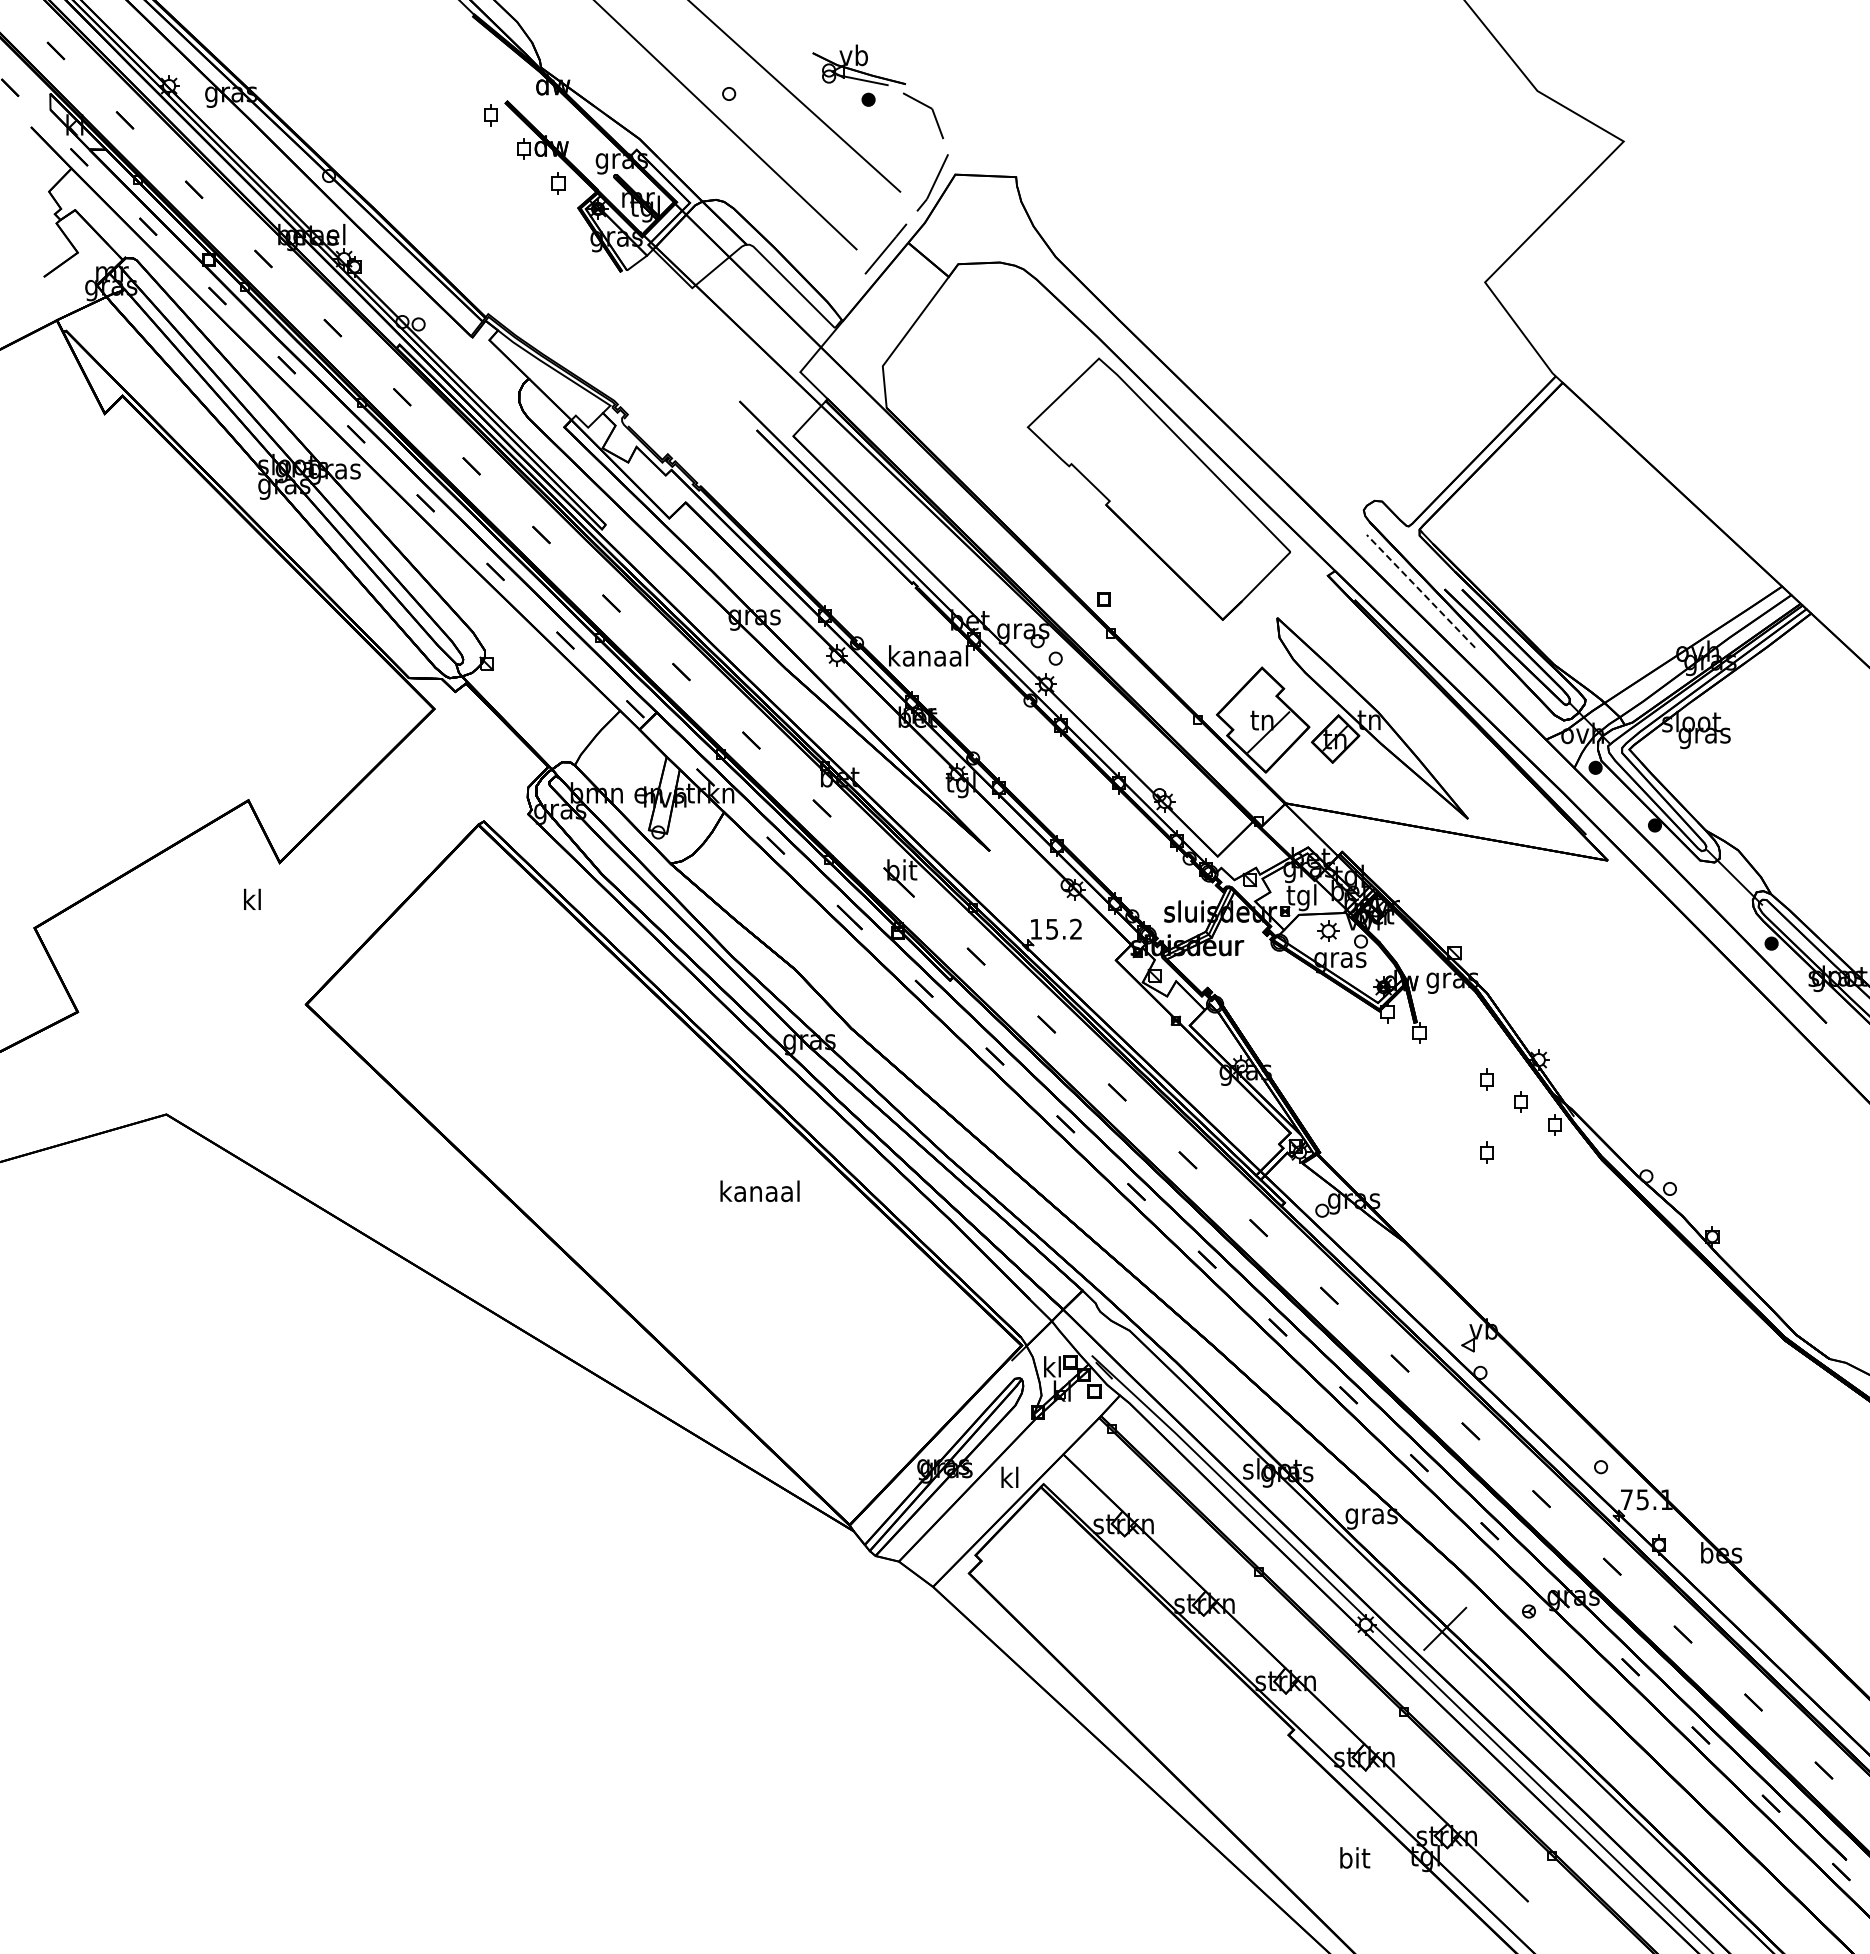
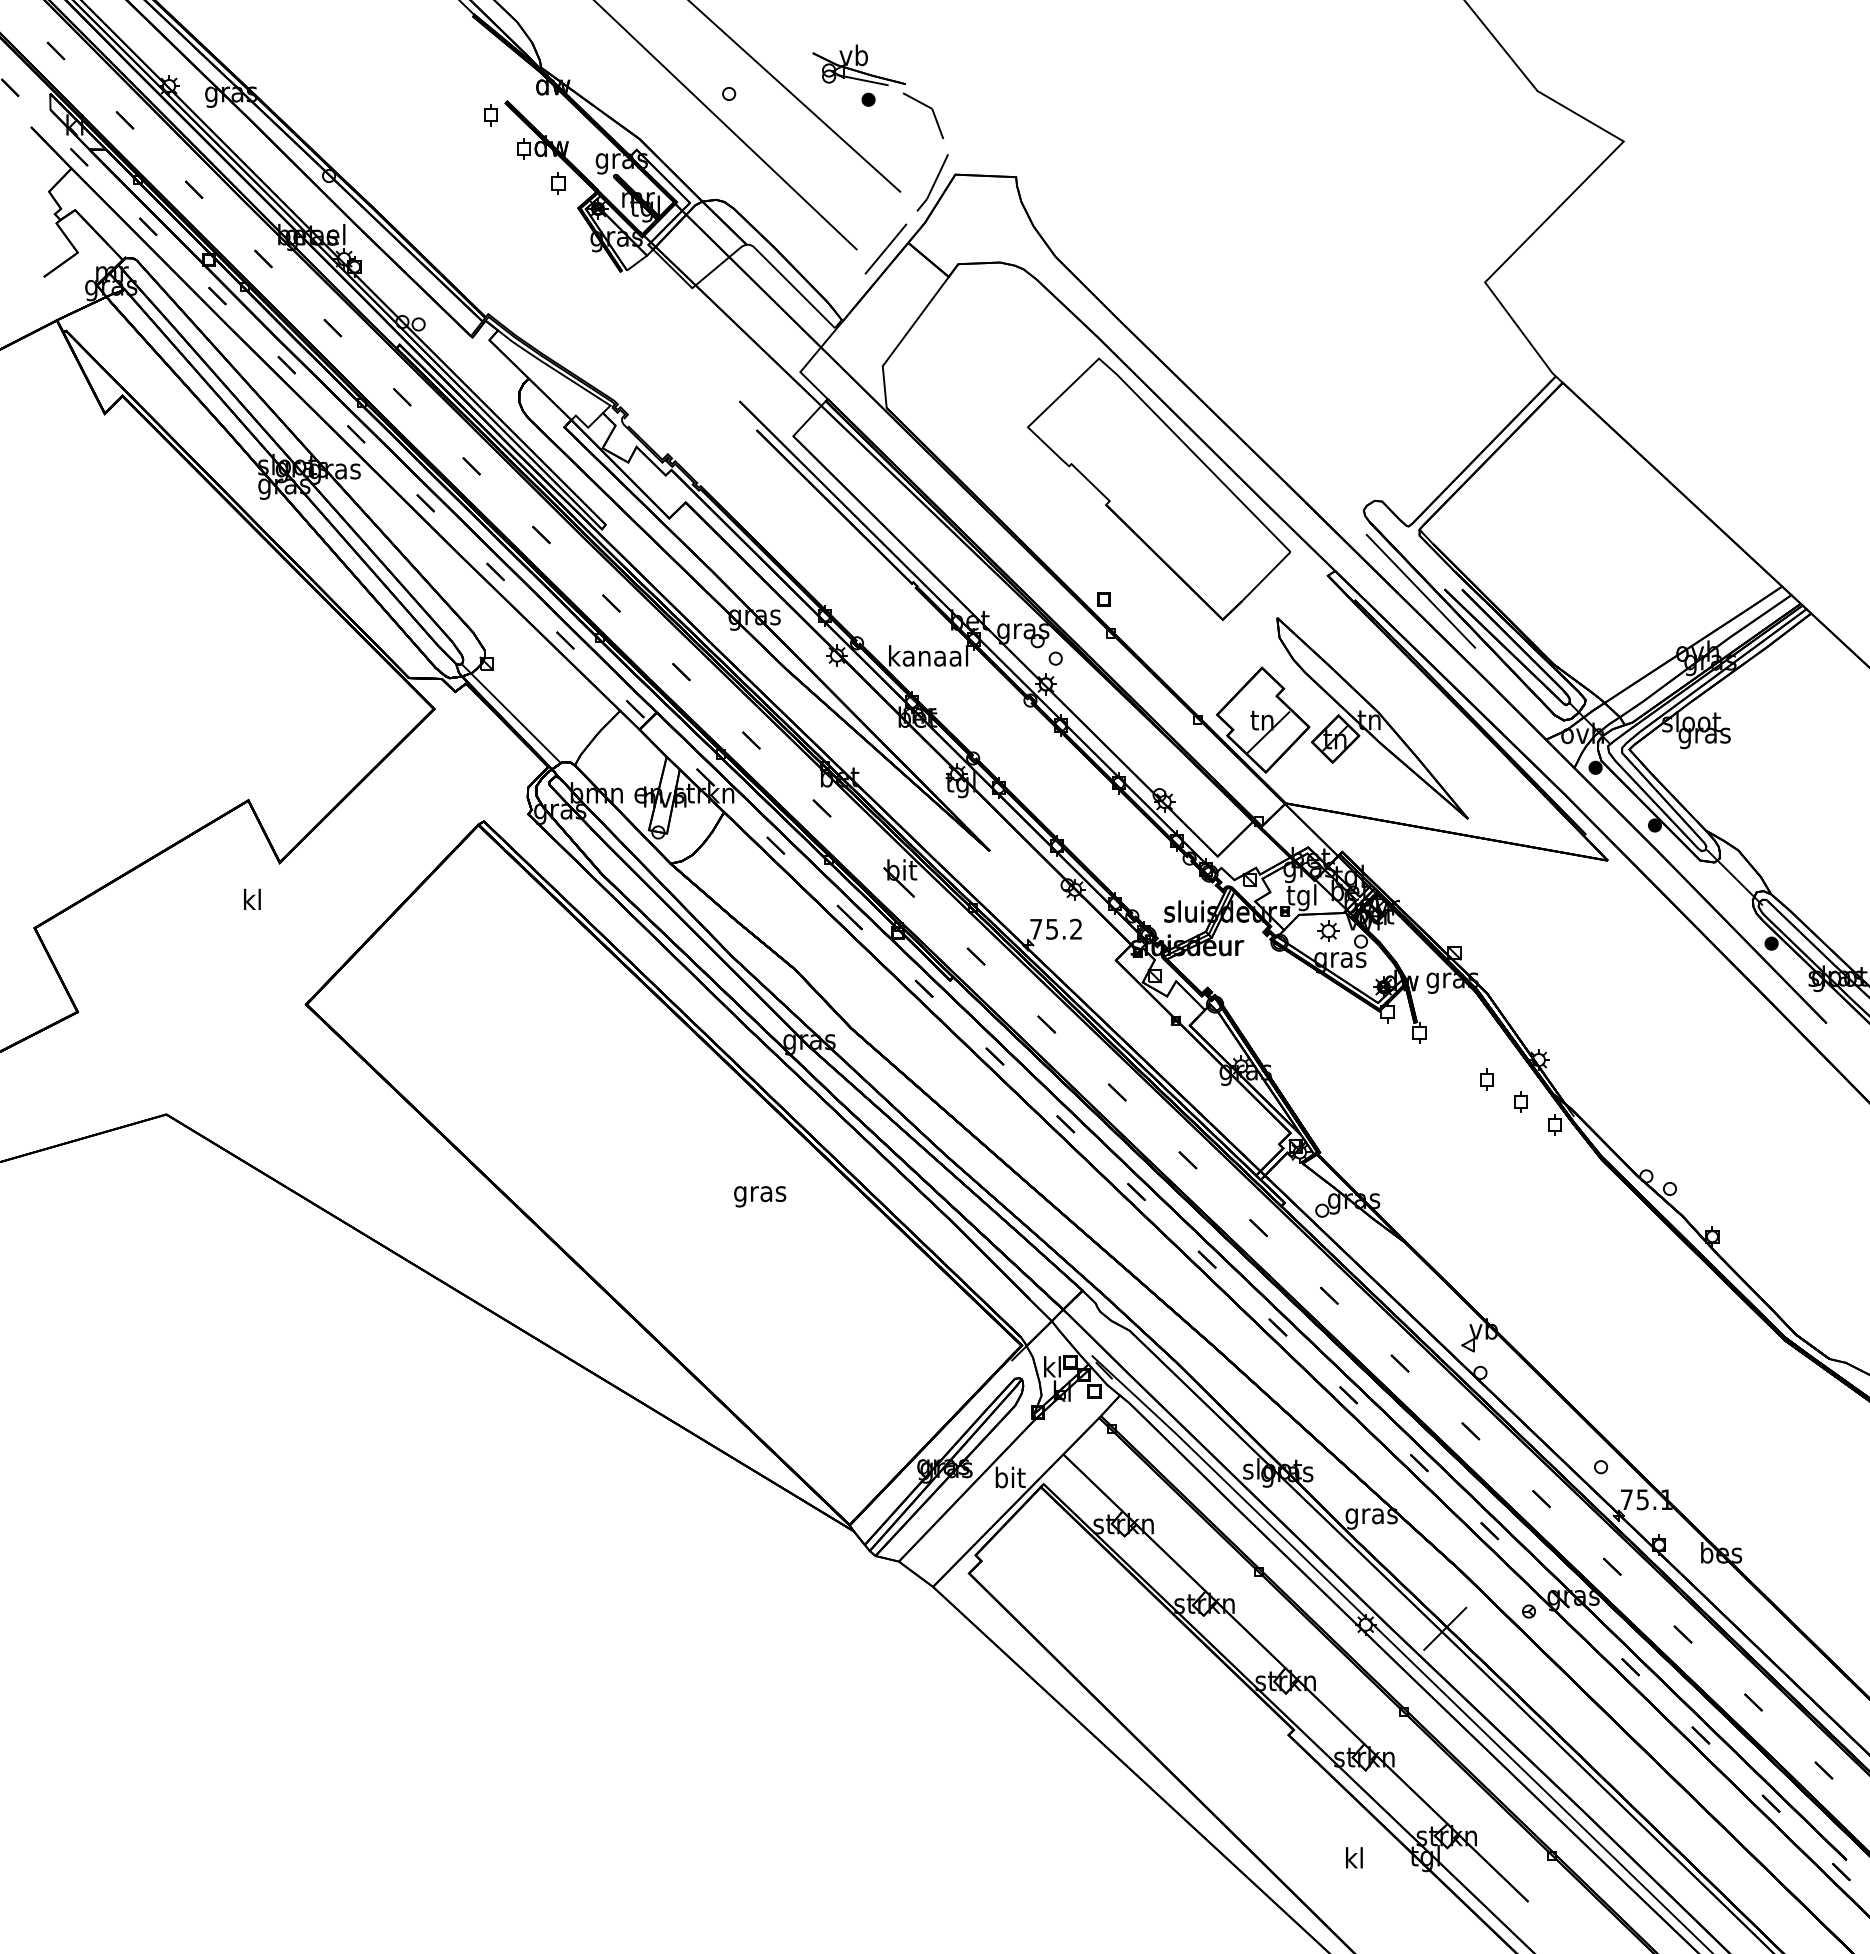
line at (1420, 590): dashed -> solid
line at (510, 712): none -> present
text at (1036, 929): 15.2 -> 75.2
part at (1486, 1152): present -> none
text at (759, 1193): kanaal -> gras
text at (1010, 1477): kl -> bit
text at (1355, 1857): bit -> kl
